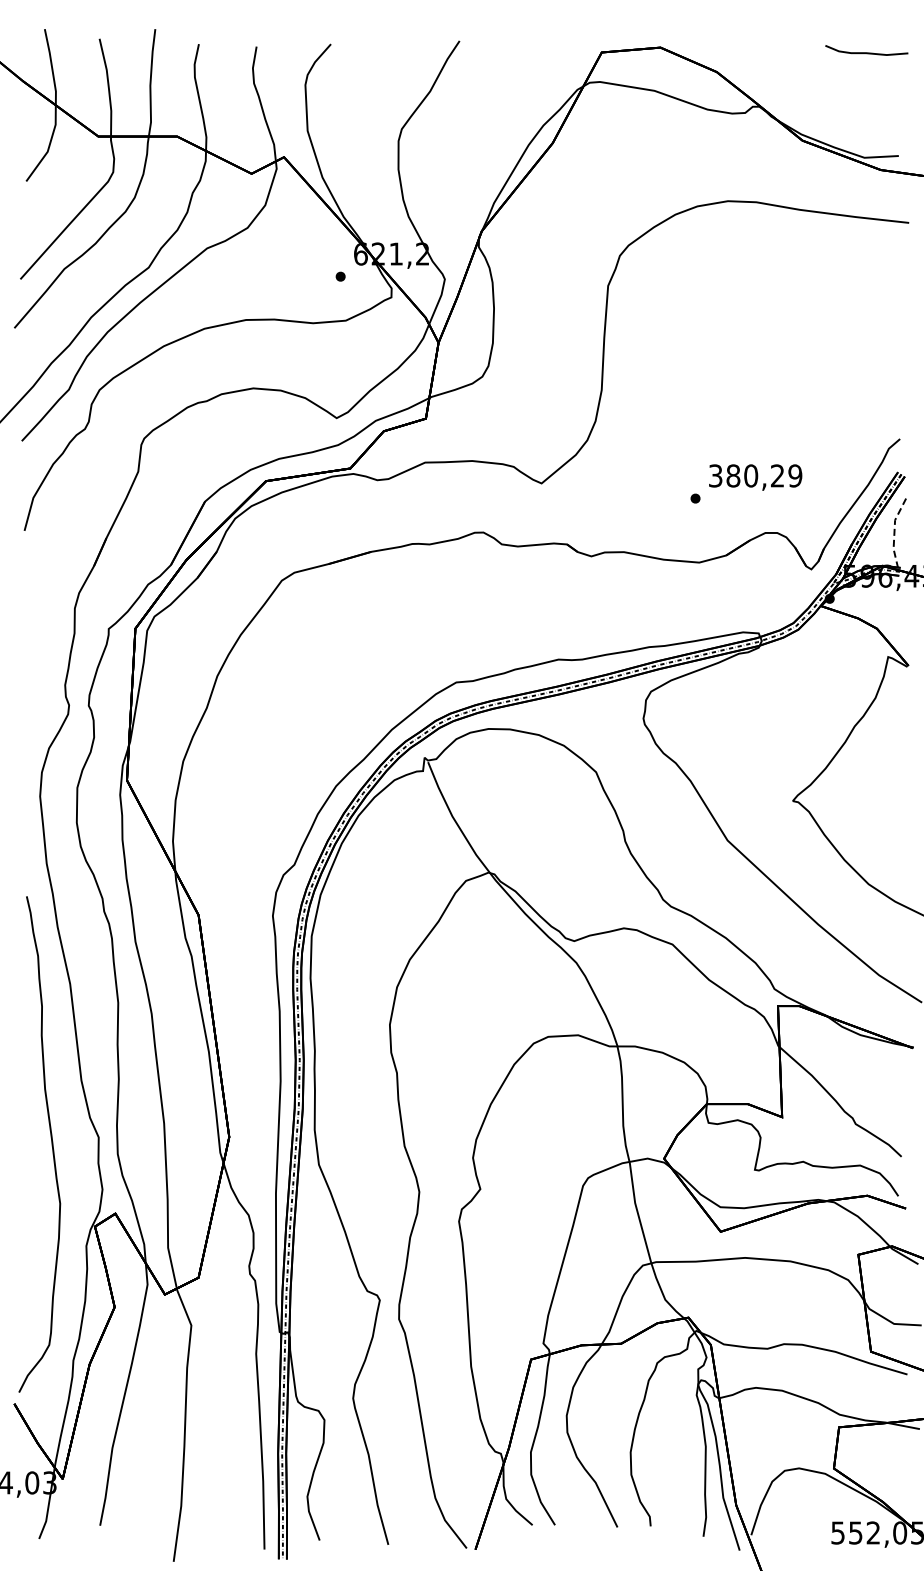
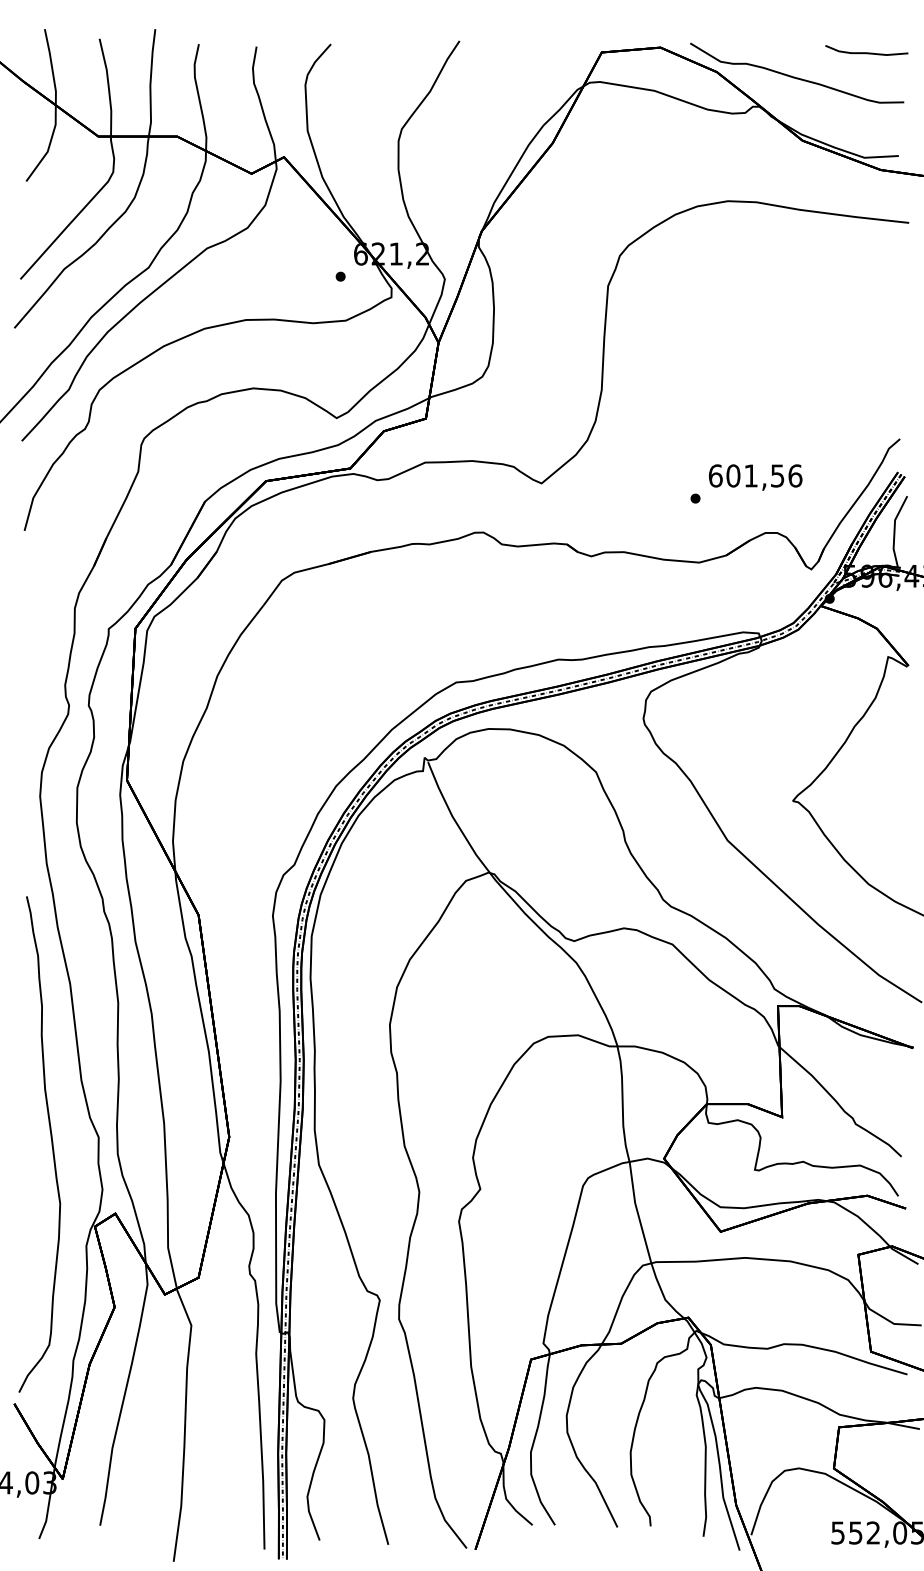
curve at (794, 76): none -> present
text at (755, 475): 380,29 -> 601,56
line at (894, 531): dashed -> solid
